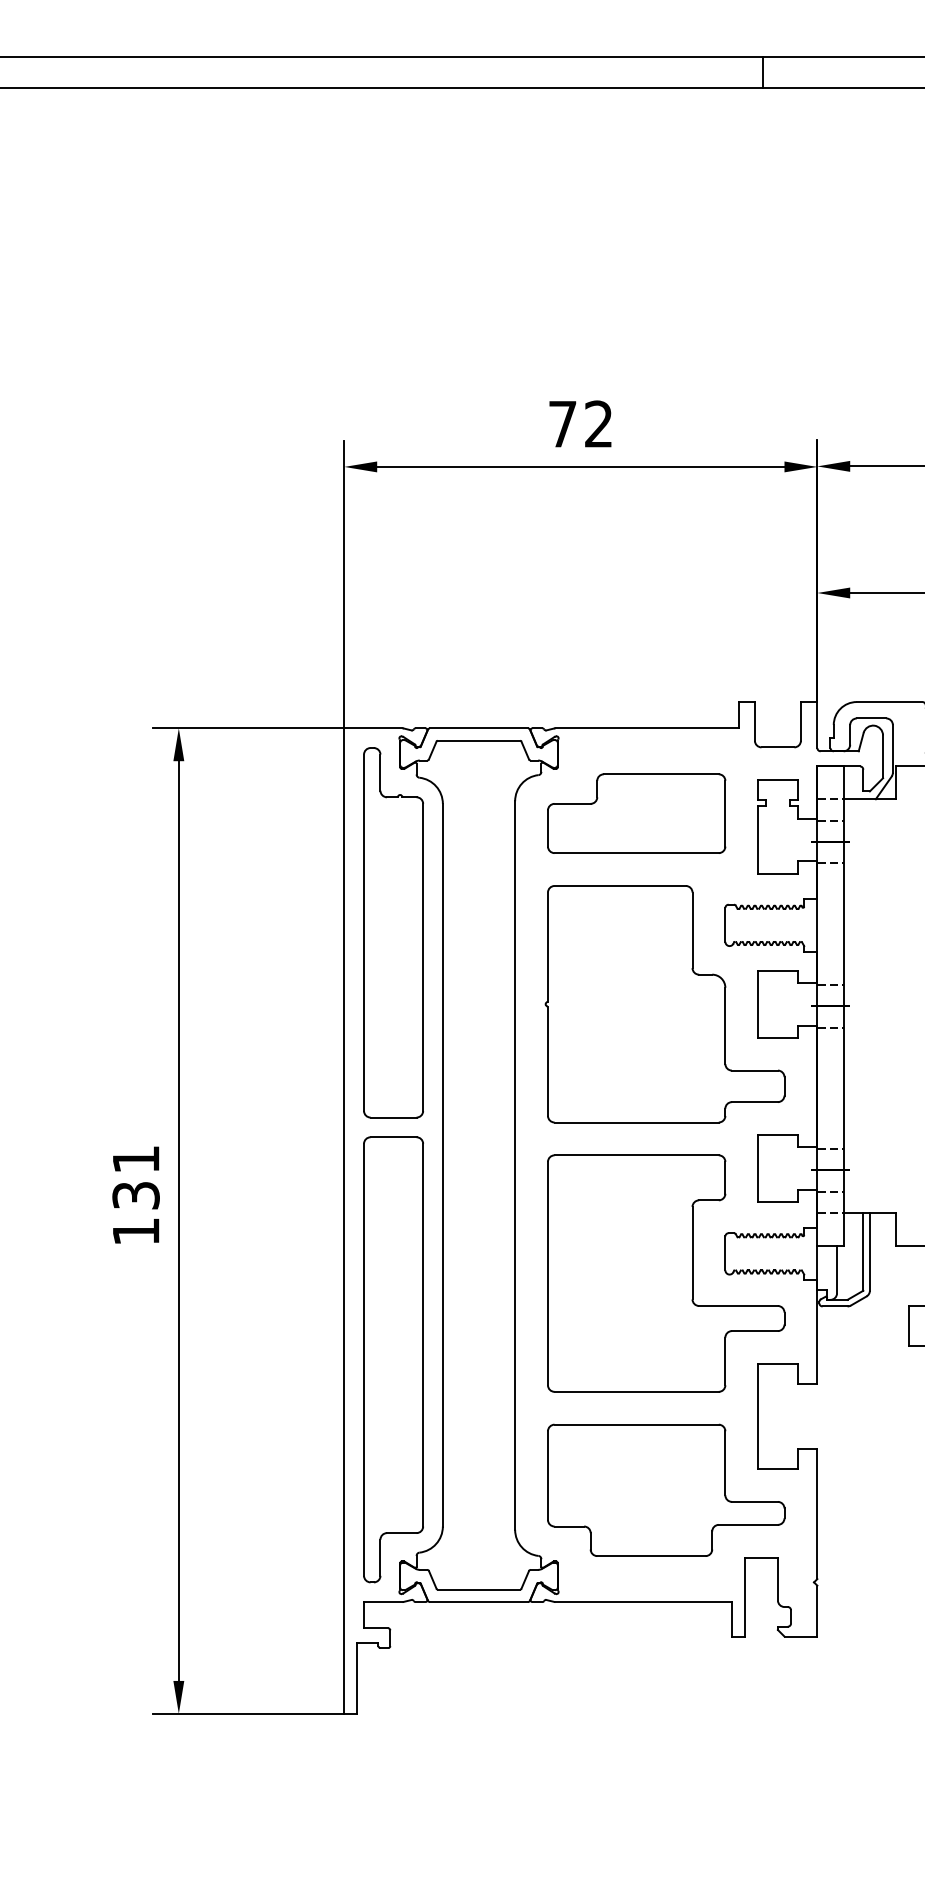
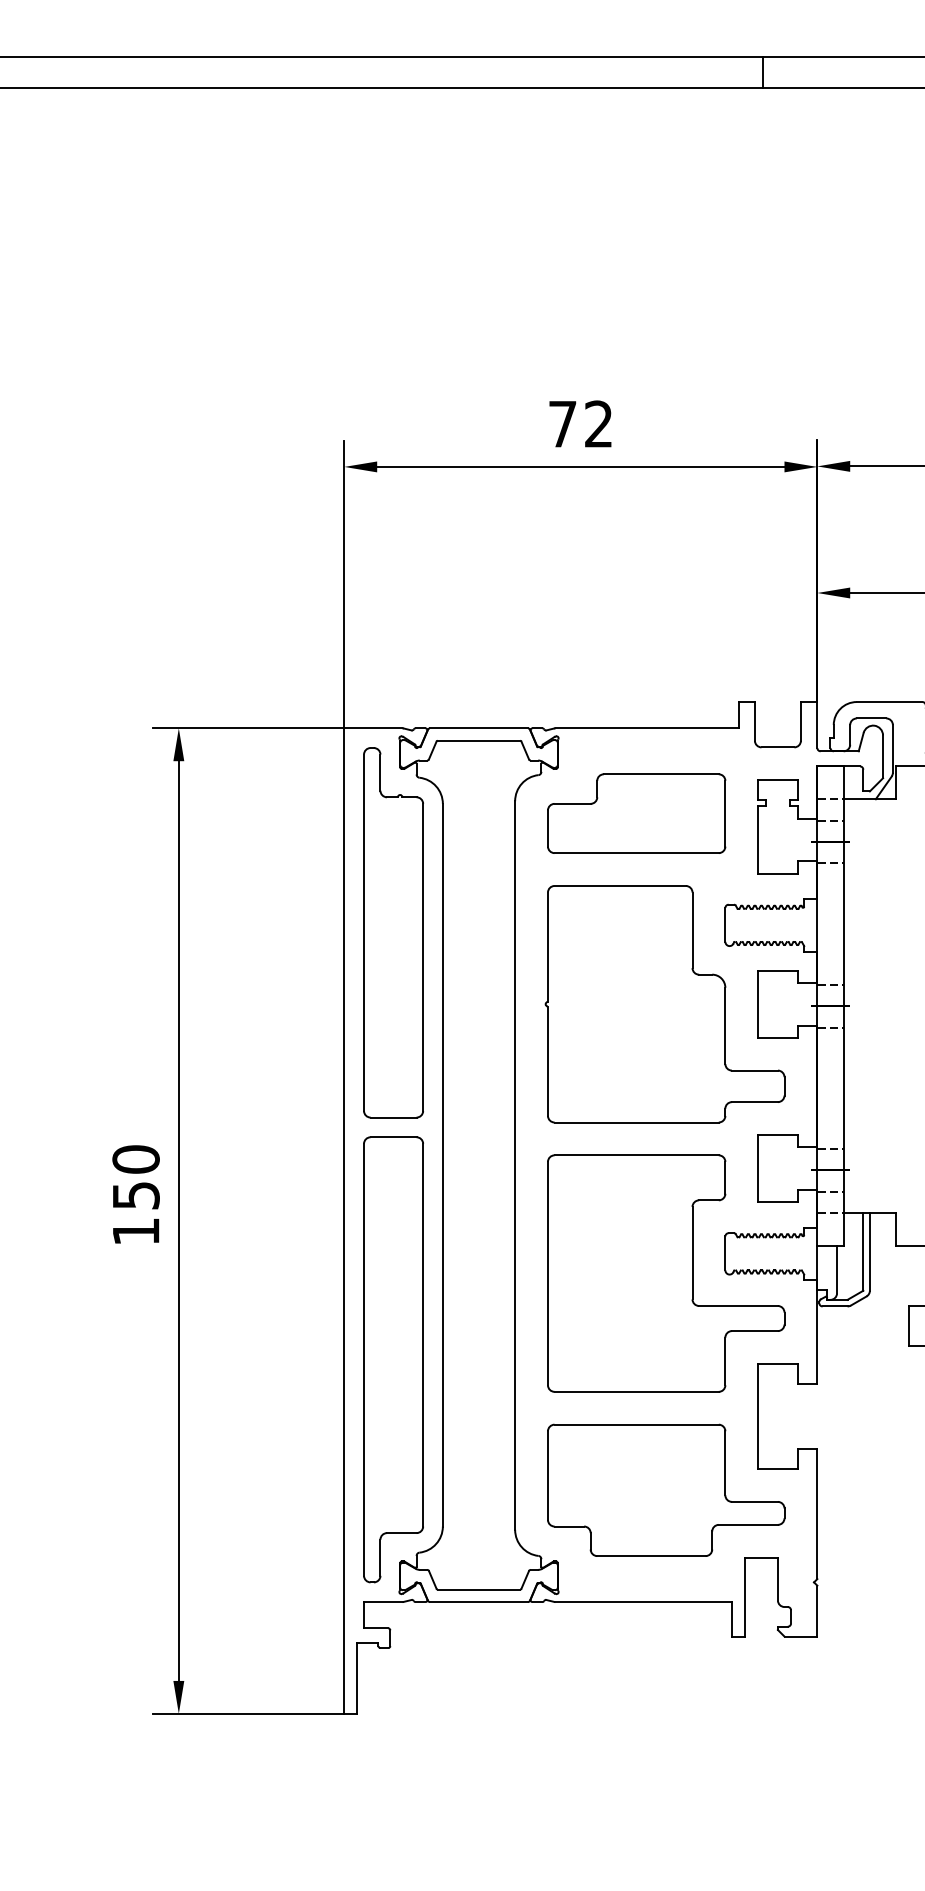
text at (135, 1176): 131 -> 150
